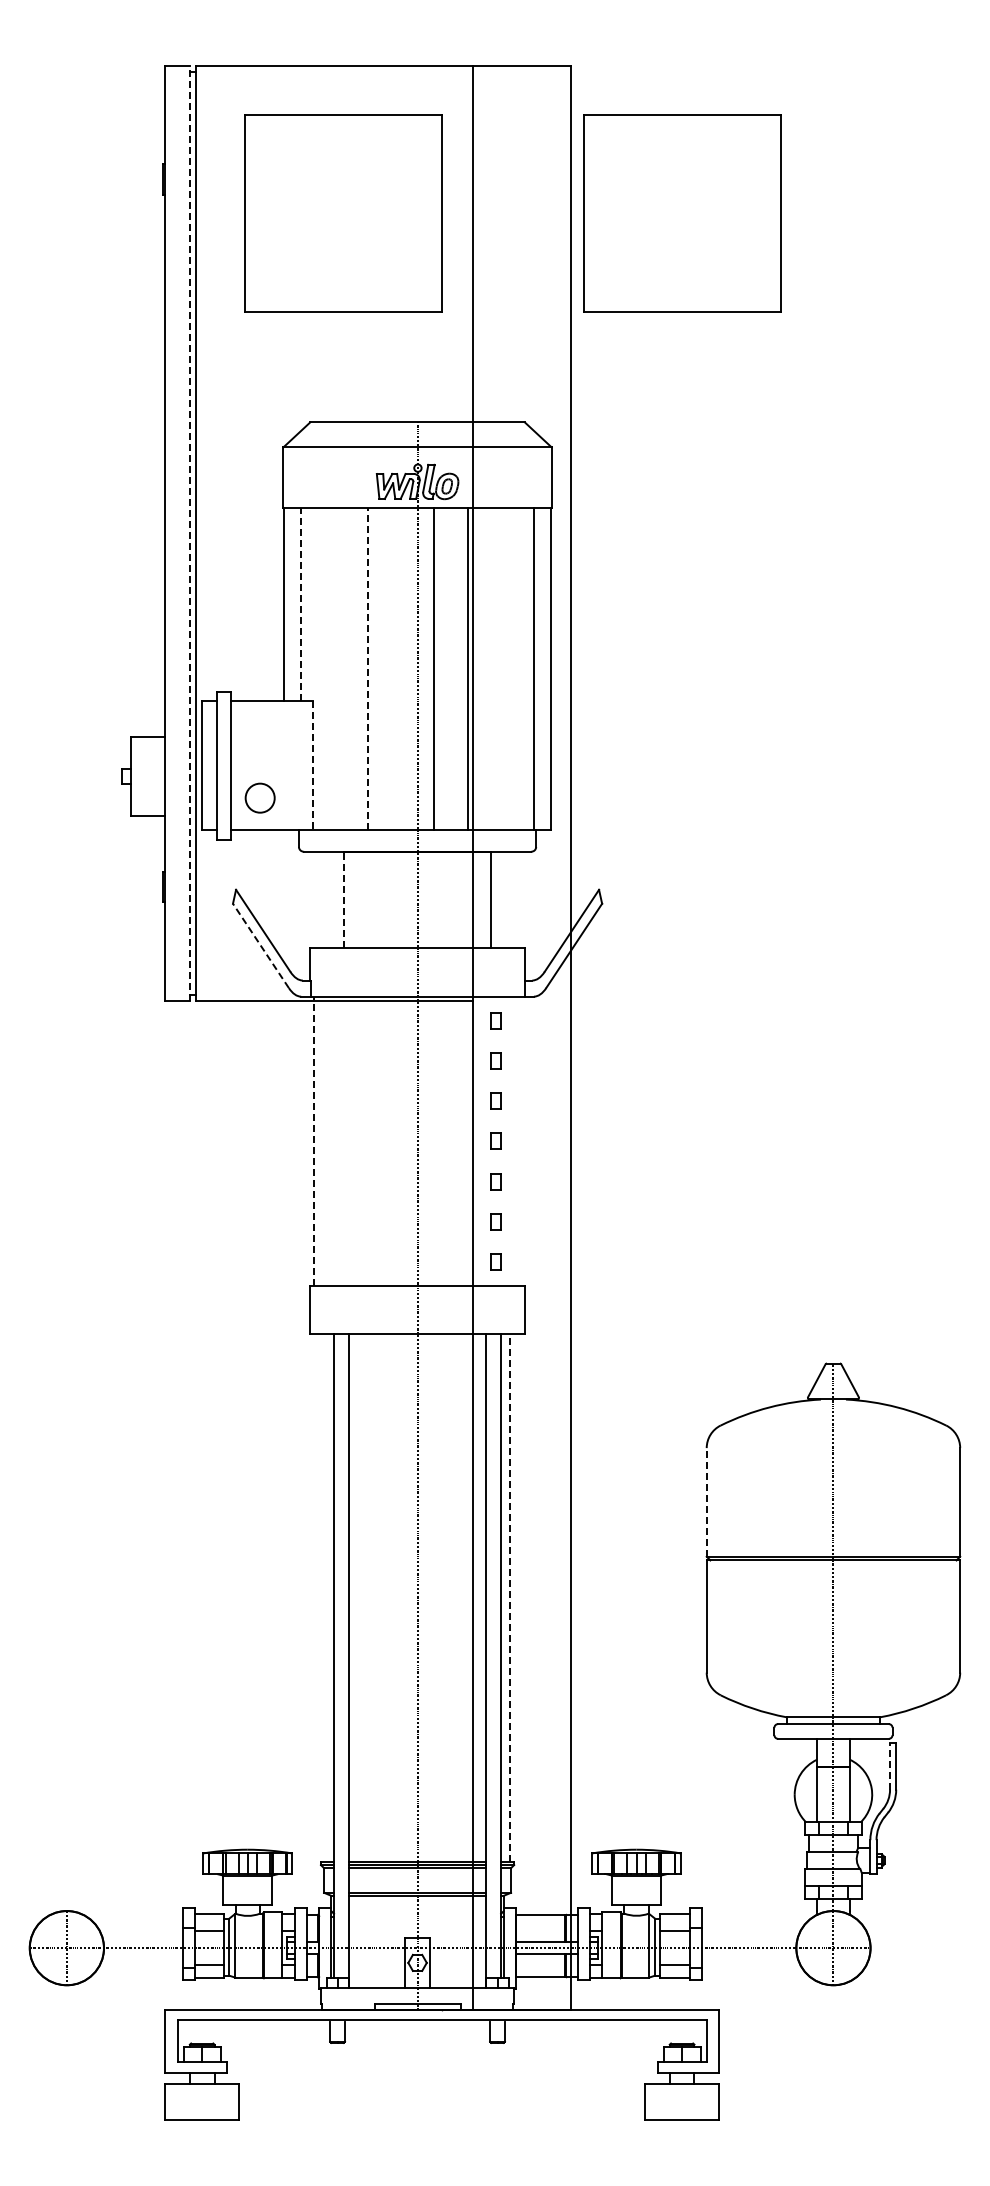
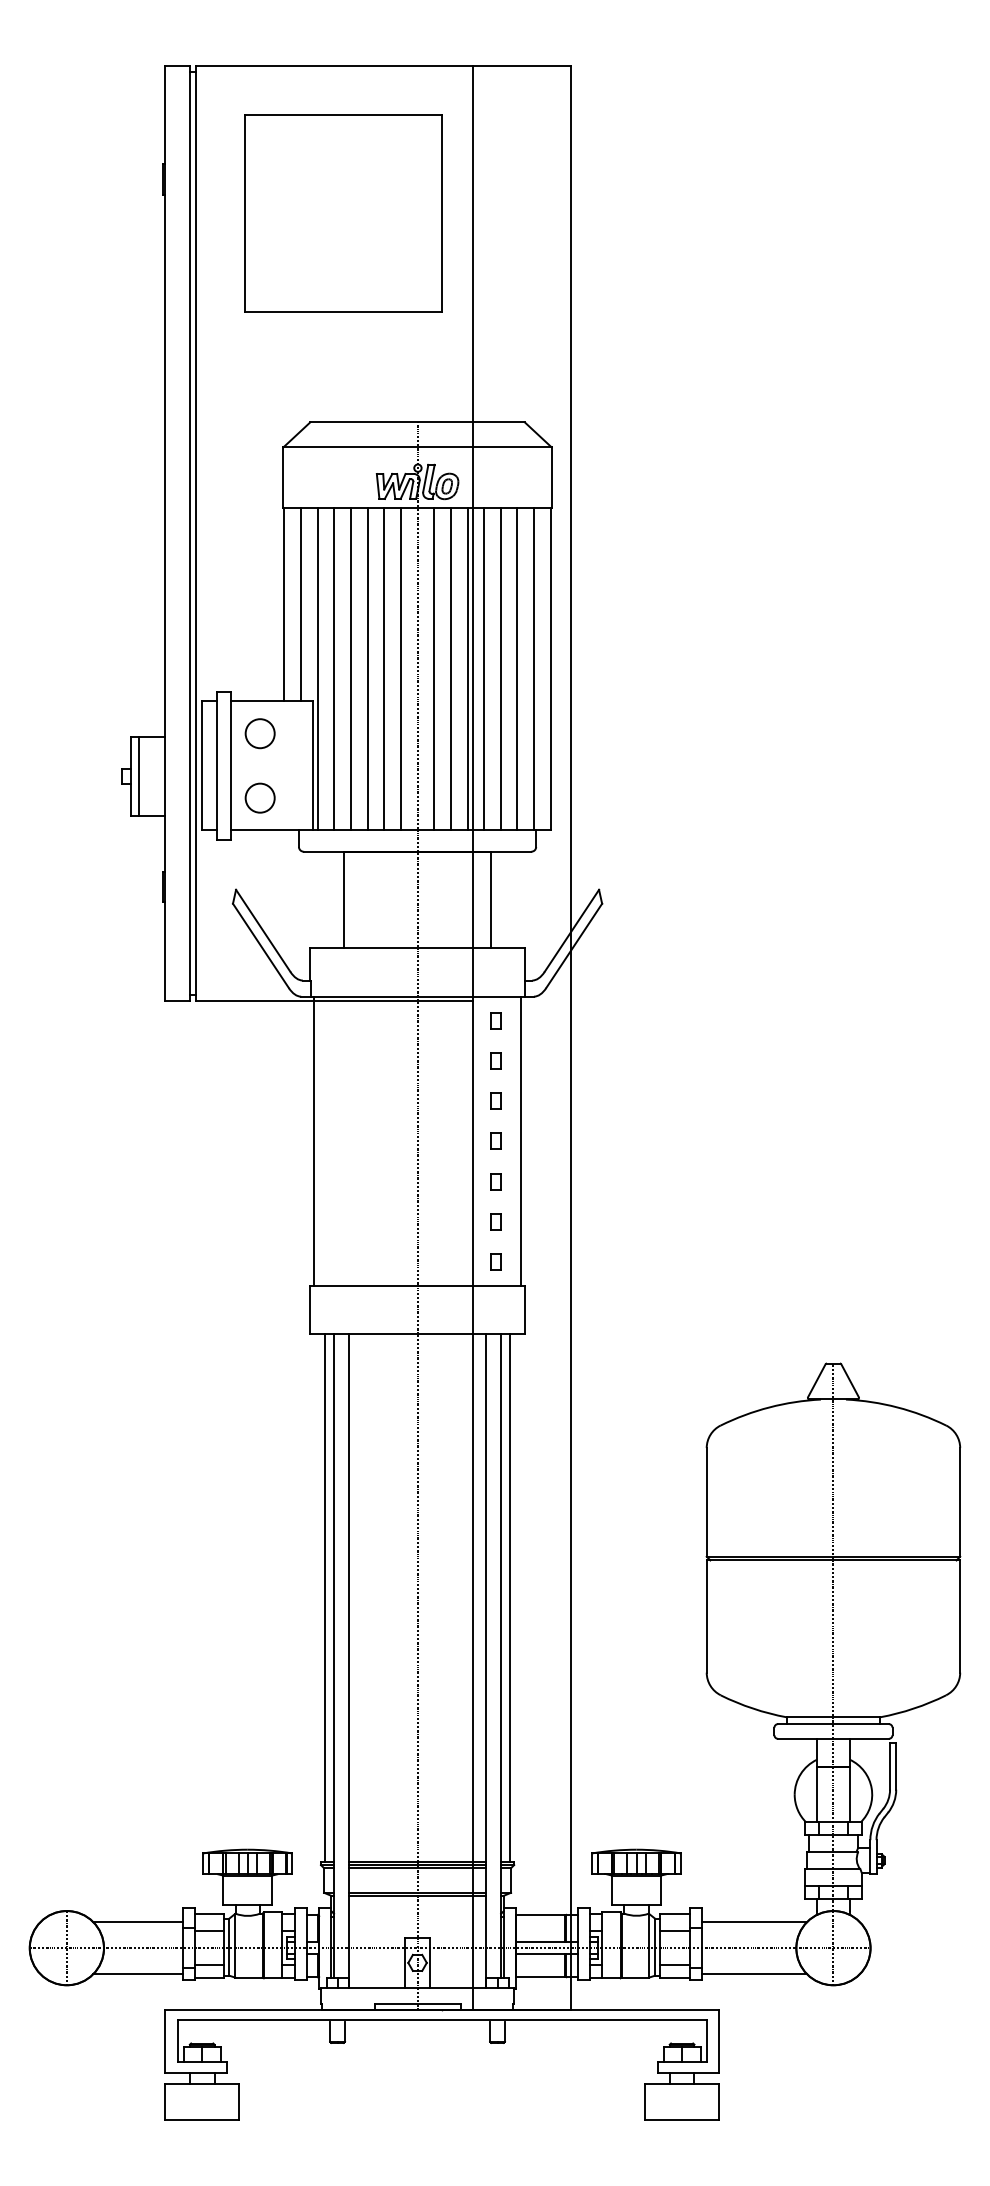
part at (682, 213): present -> none
line at (189, 533): dashed -> solid
line at (301, 604): dashed -> solid
line at (367, 668): dashed -> solid
line at (317, 669): none -> present
line at (334, 669): none -> present
line at (351, 669): none -> present
line at (384, 669): none -> present
line at (400, 669): none -> present
line at (450, 669): none -> present
line at (484, 669): none -> present
line at (500, 669): none -> present
line at (517, 669): none -> present
circle at (259, 733): none -> present
line at (312, 766): dashed -> solid
line at (139, 776): none -> present
line at (343, 899): dashed -> solid
line at (260, 945): dashed -> solid
line at (313, 1141): dashed -> solid
line at (521, 1141): none -> present
line at (706, 1501): dashed -> solid
line at (325, 1598): none -> present
line at (509, 1598): dashed -> solid
line at (890, 1766): dashed -> solid
line at (137, 1922): none -> present
line at (754, 1922): none -> present
line at (137, 1974): none -> present
line at (754, 1974): none -> present
